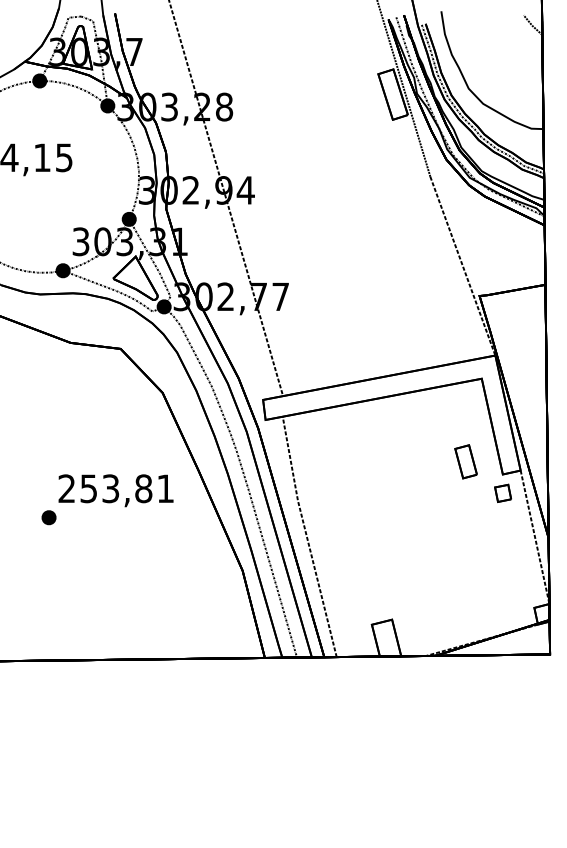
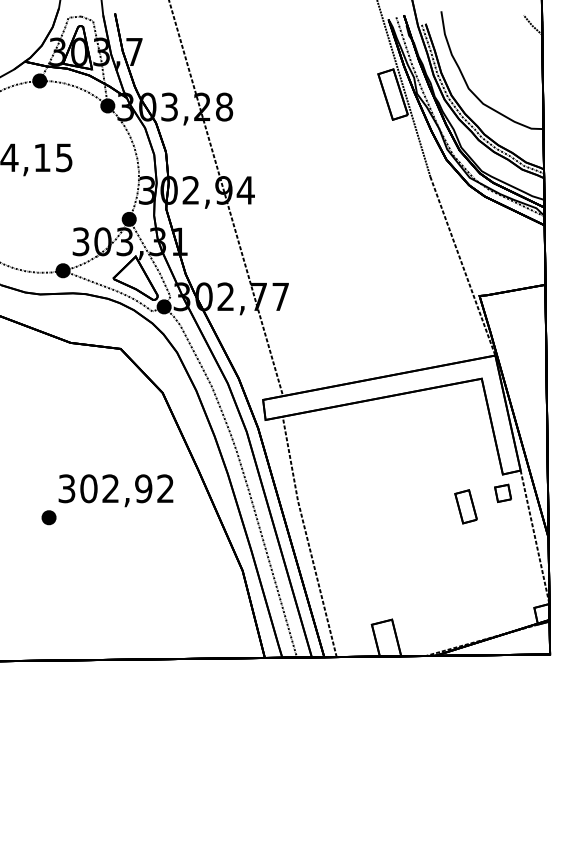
part at (465, 461) position: (465, 461) -> (465, 506)
text at (115, 488): 253,81 -> 302,92
